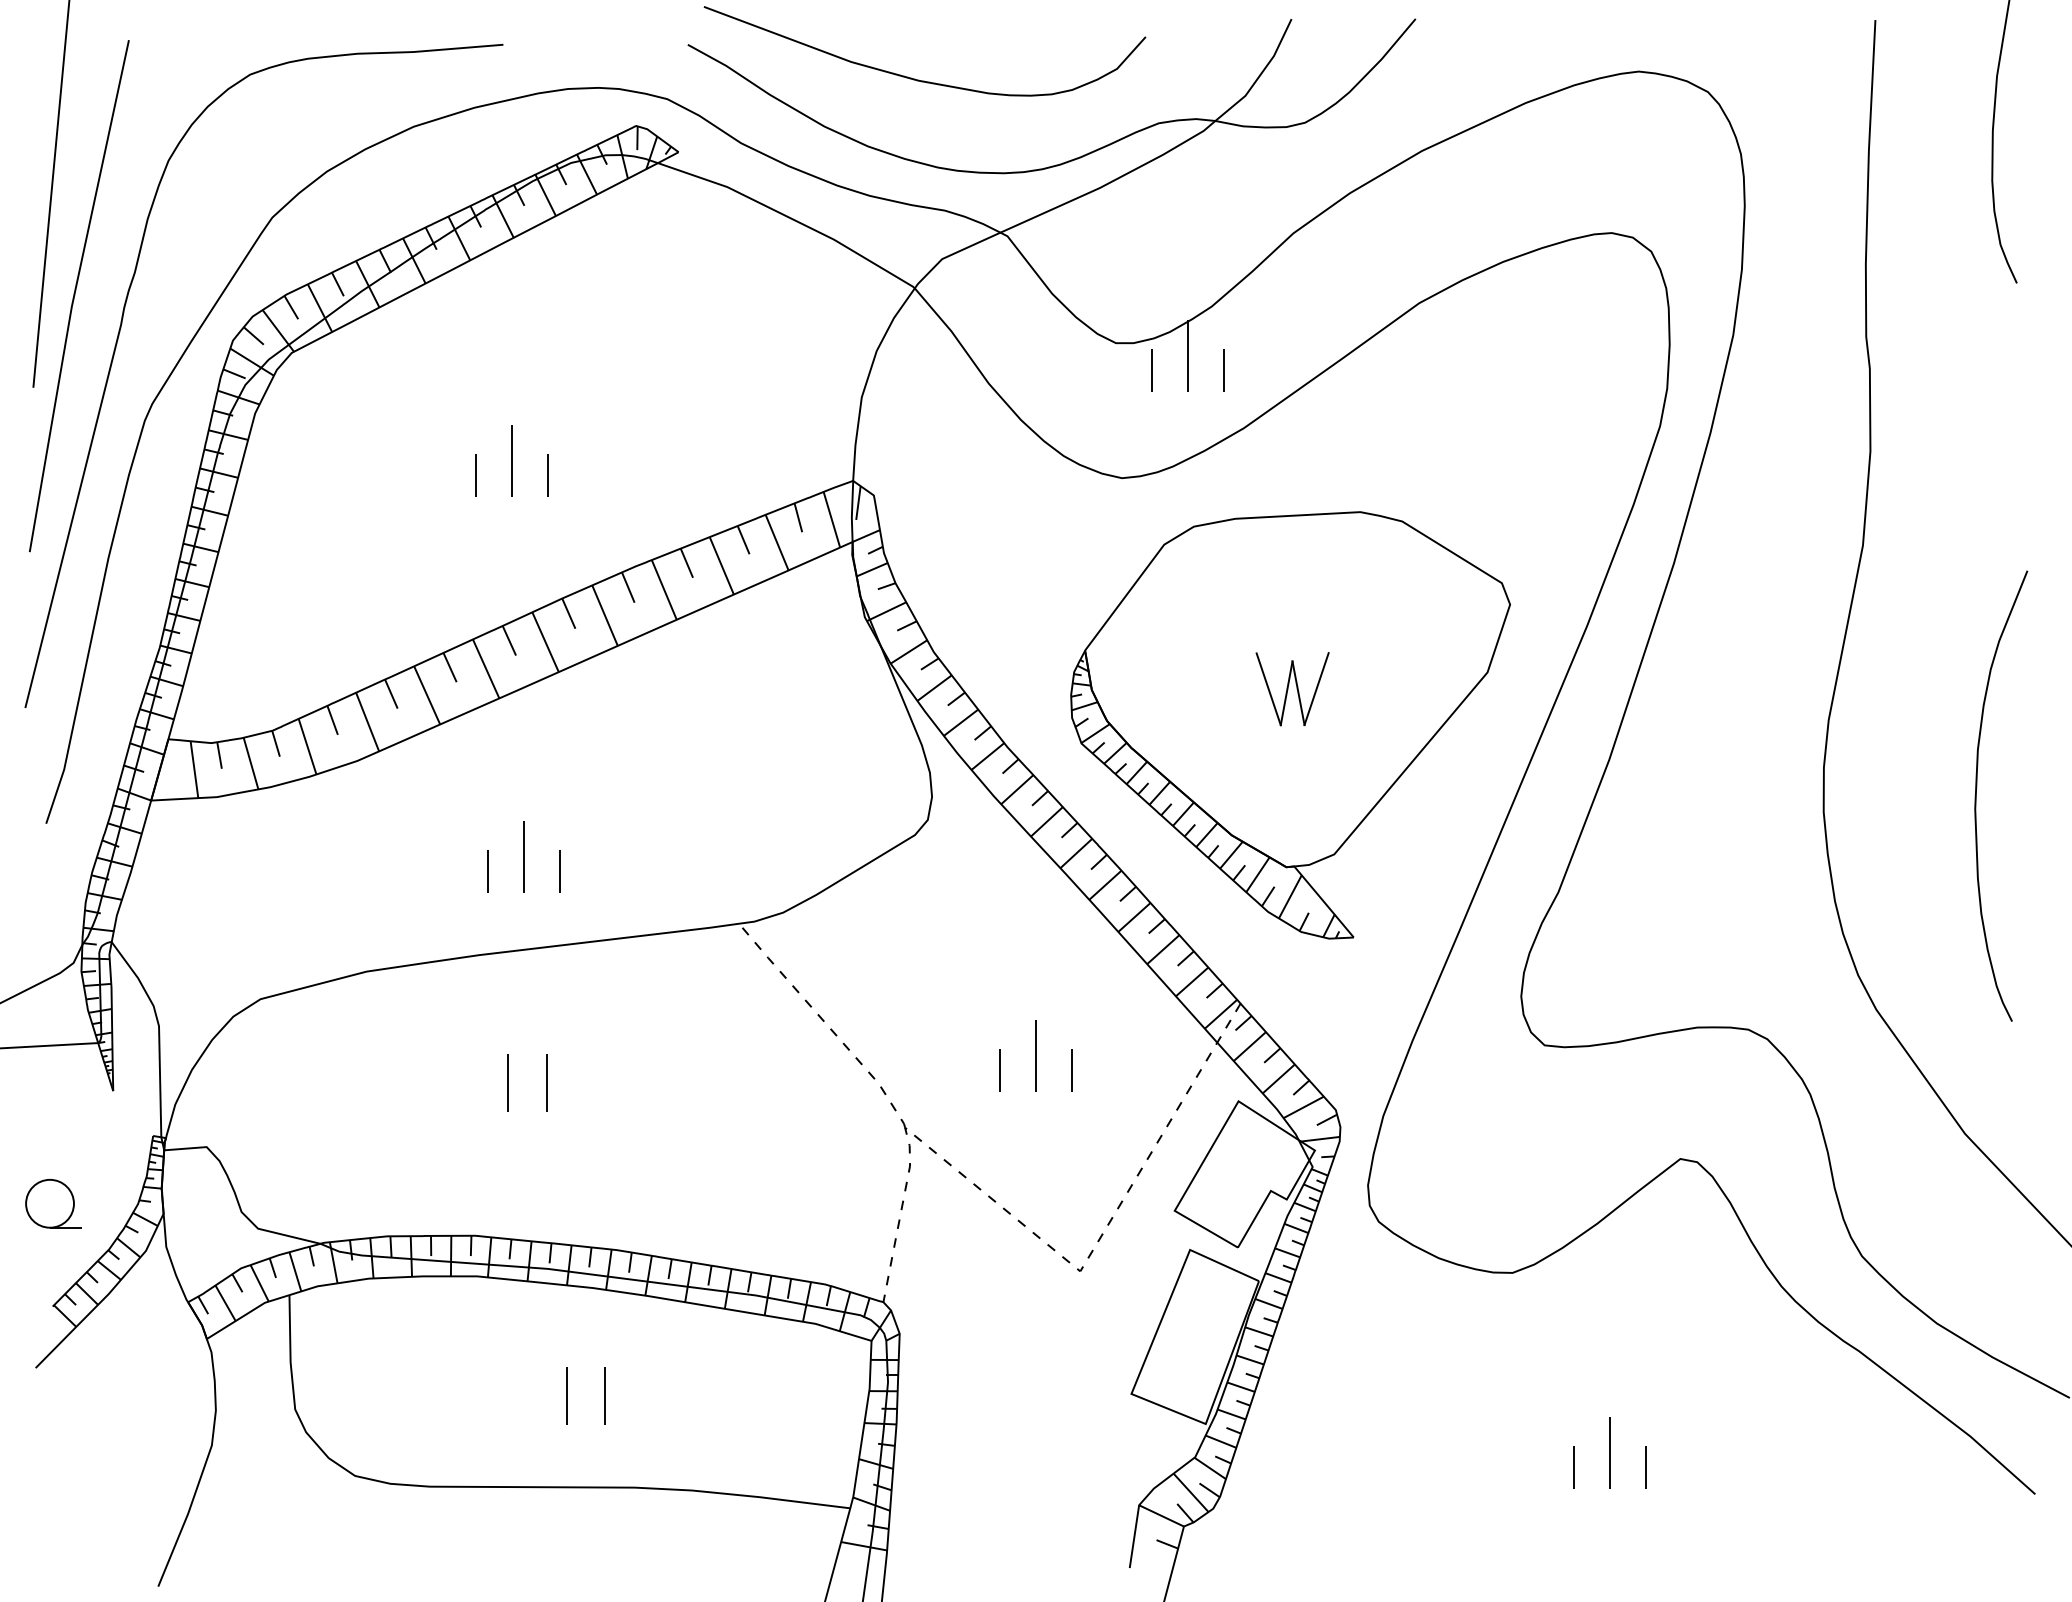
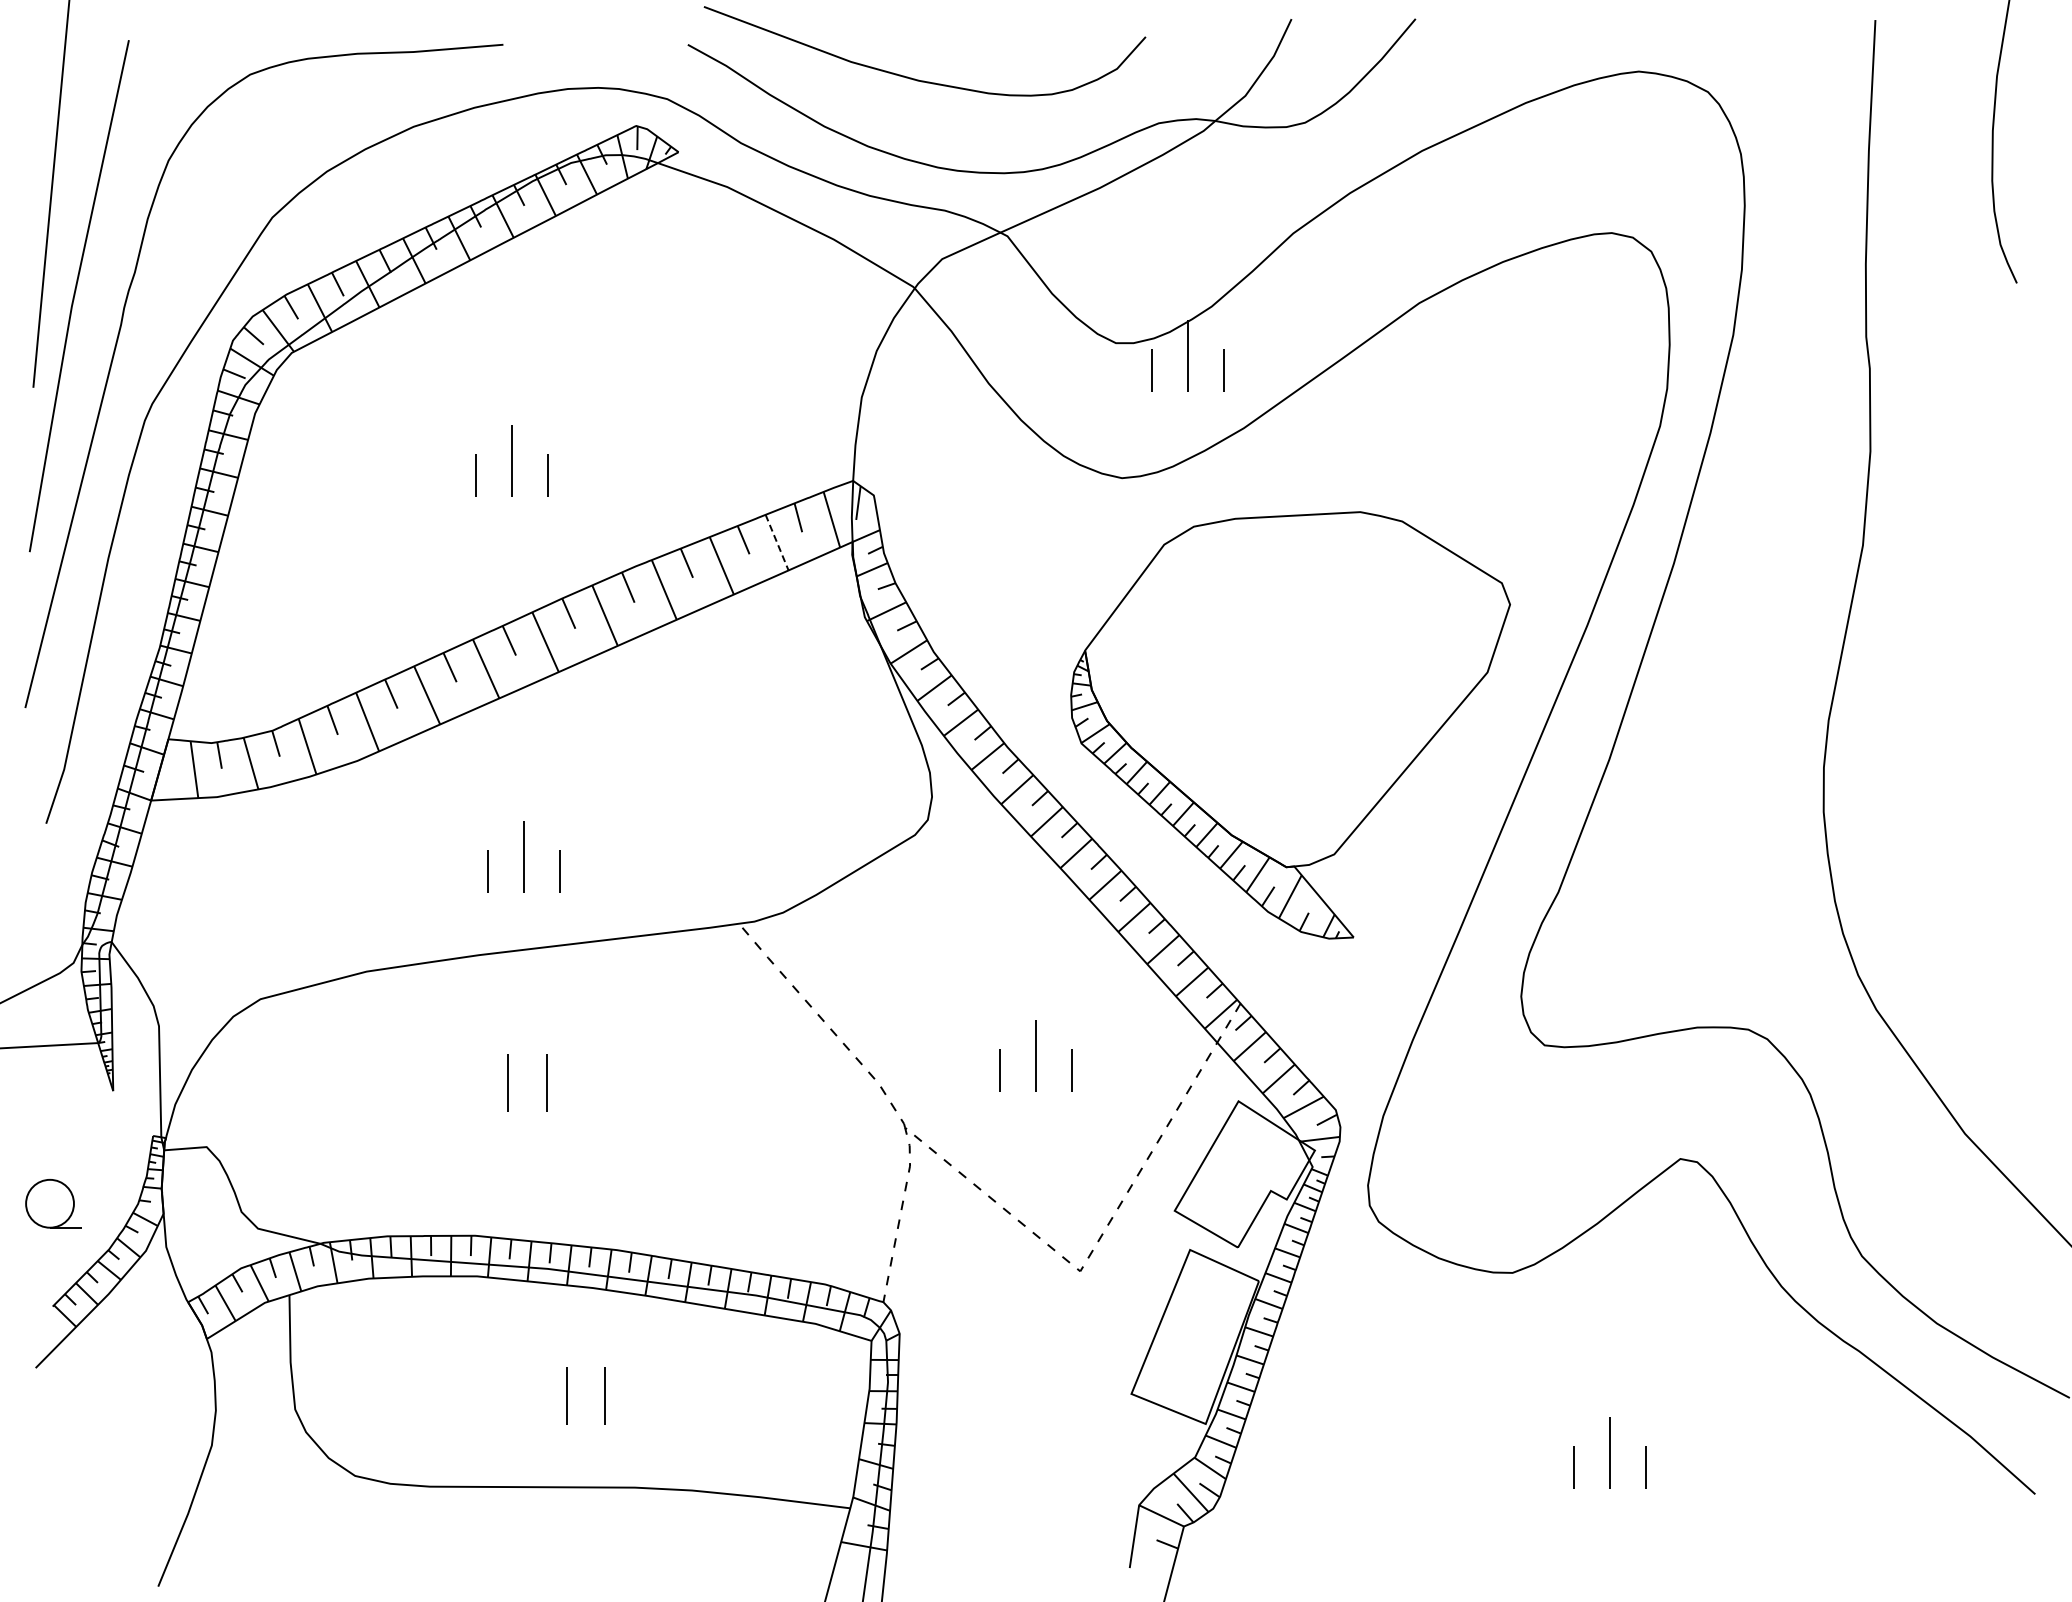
line at (777, 543): solid -> dashed
part at (1292, 689): present -> none
curve at (1976, 795): present -> none
